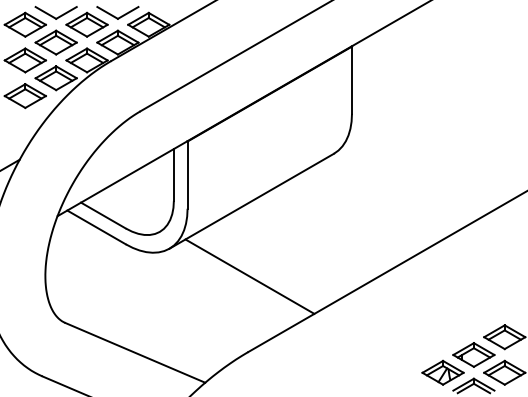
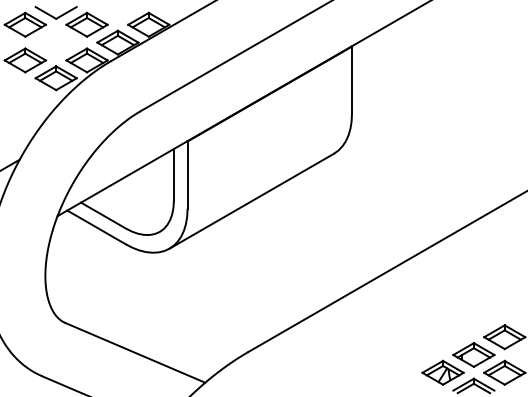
part at (117, 12): present -> none
part at (55, 42): present -> none
part at (24, 96): present -> none
line at (249, 276): present -> none
